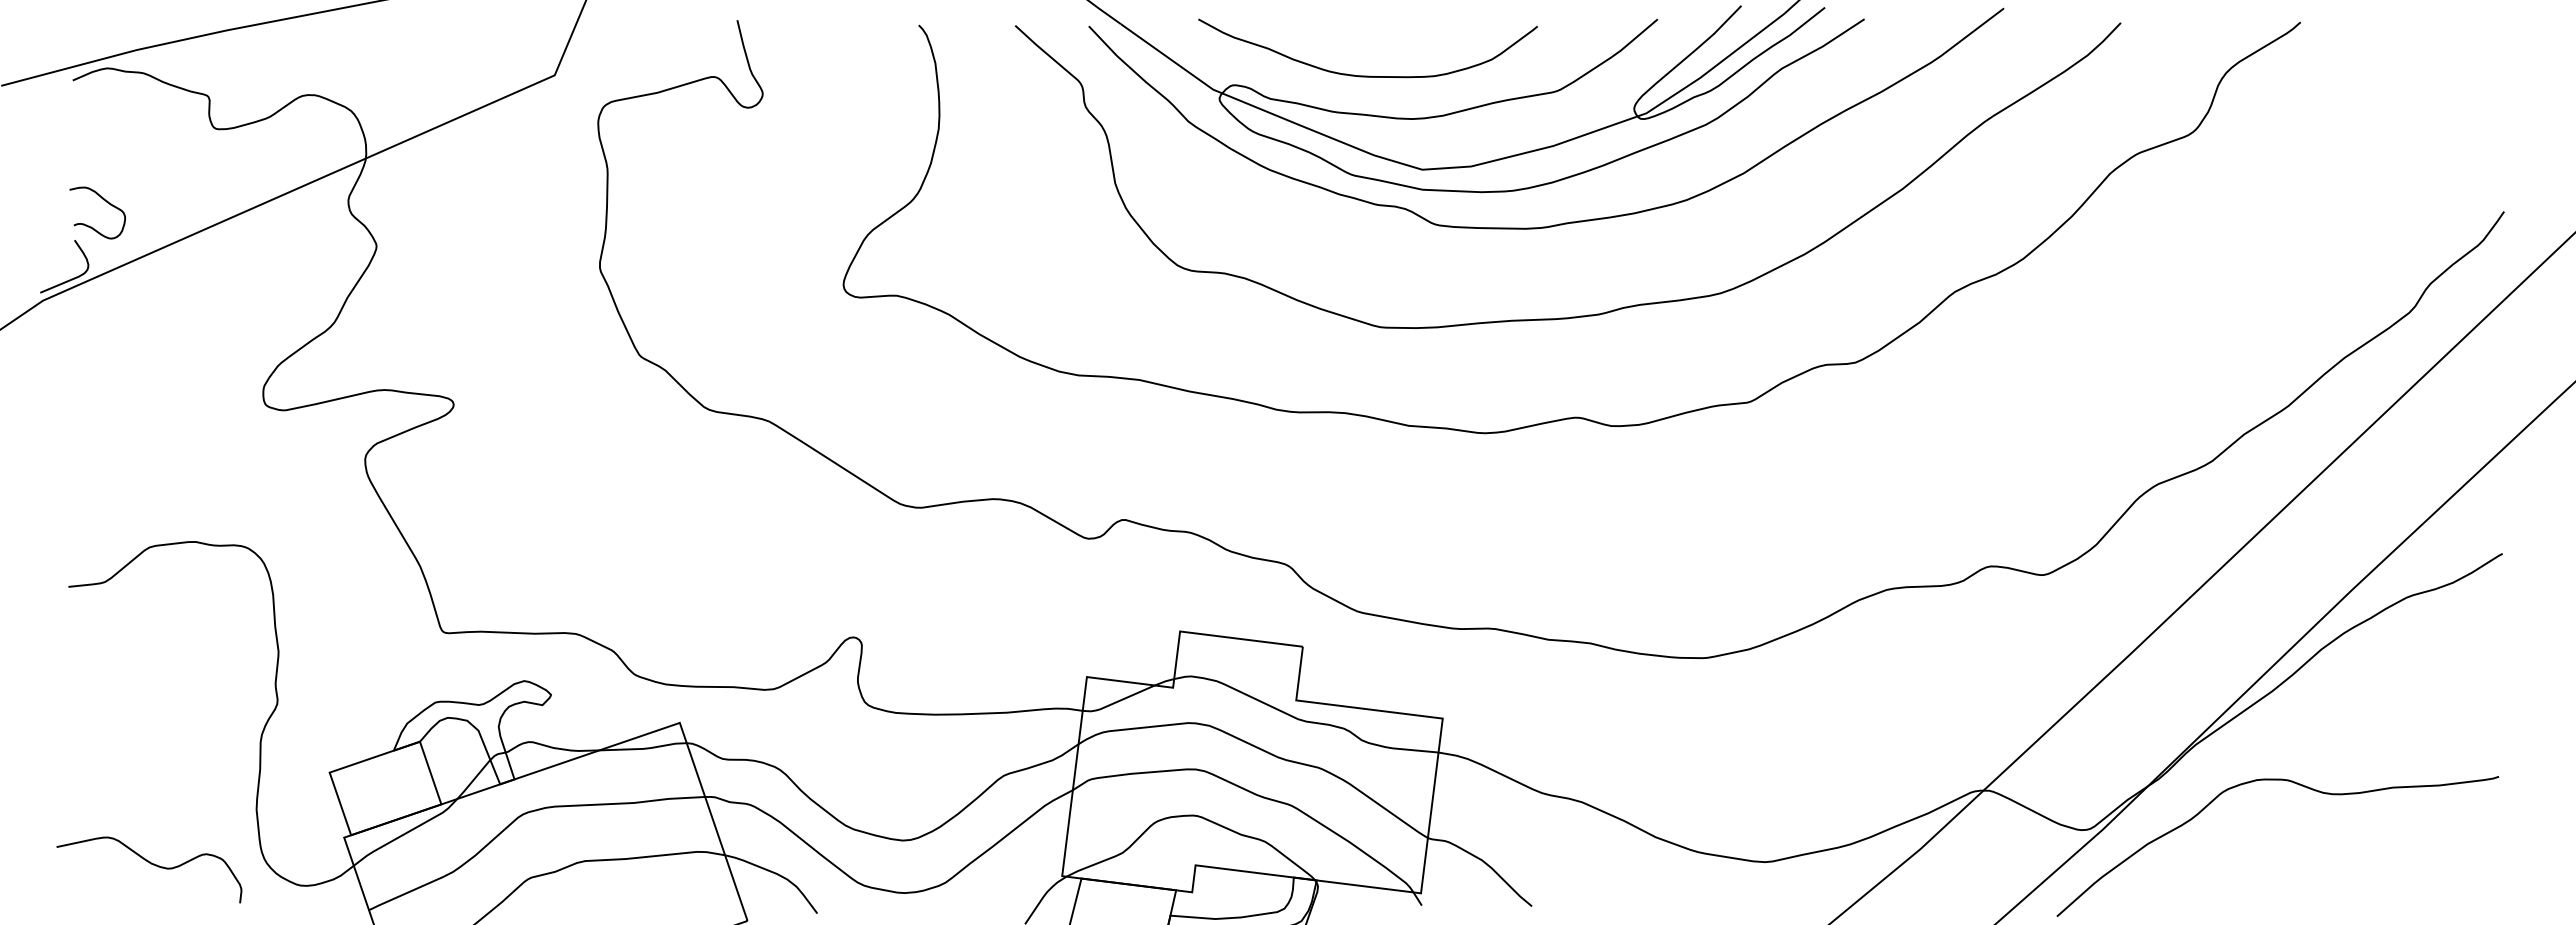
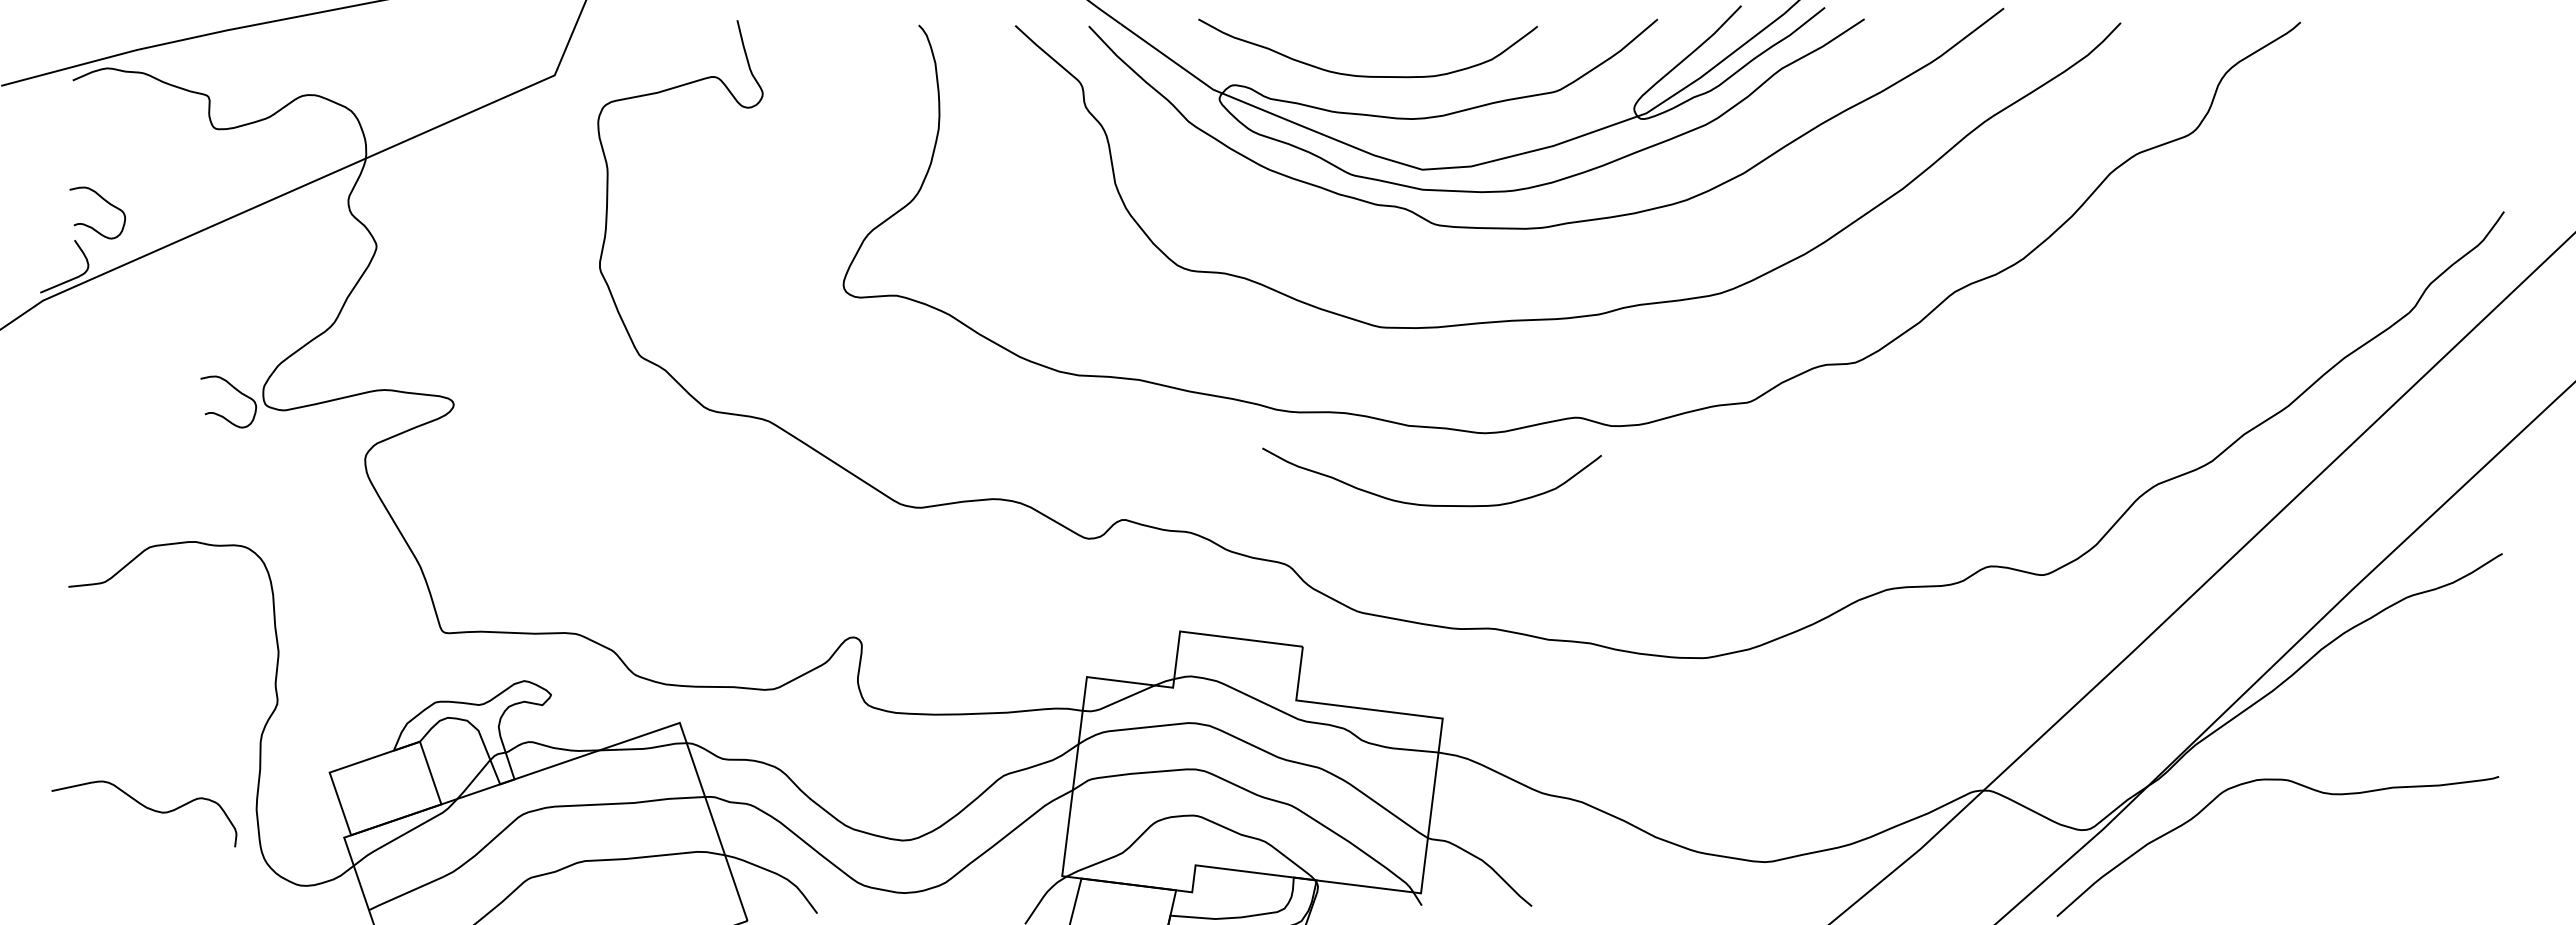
curve at (234, 389): none -> present
curve at (1431, 504): none -> present
curve at (151, 864) position: (151, 864) -> (146, 808)
